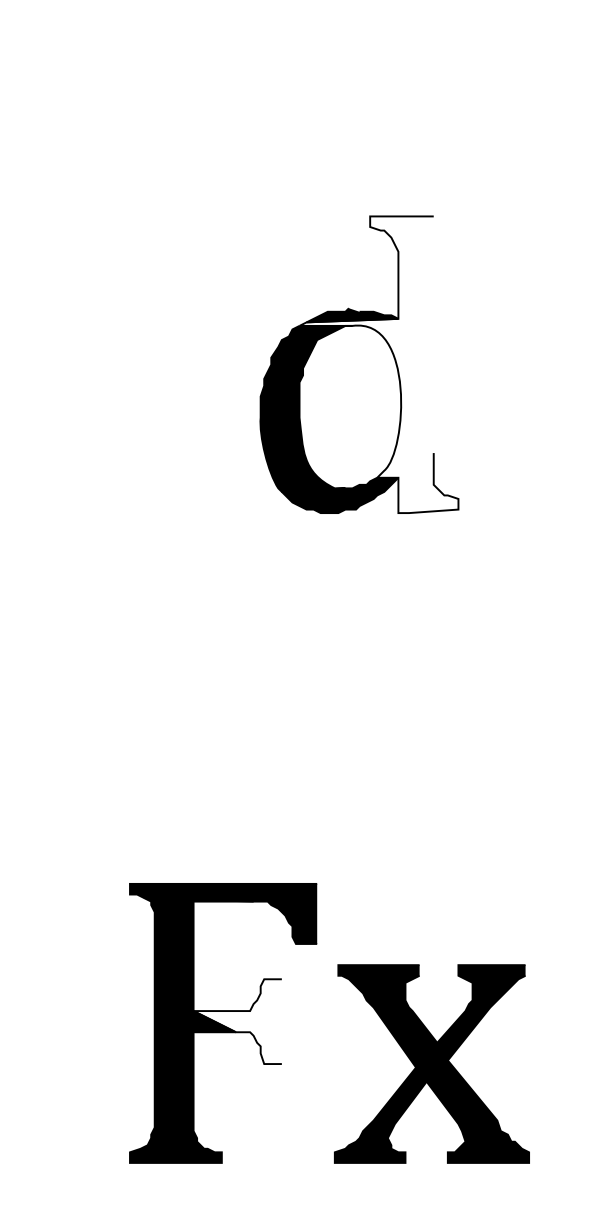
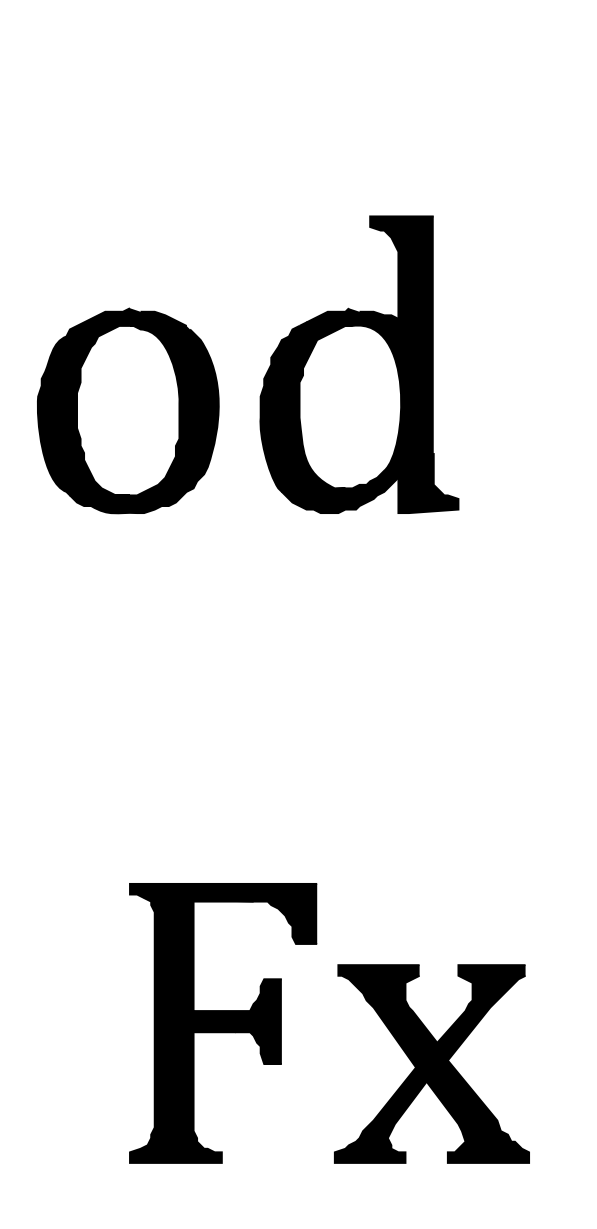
fill at (378, 364): none -> present
part at (128, 410): none -> present
fill at (237, 1021): none -> present
